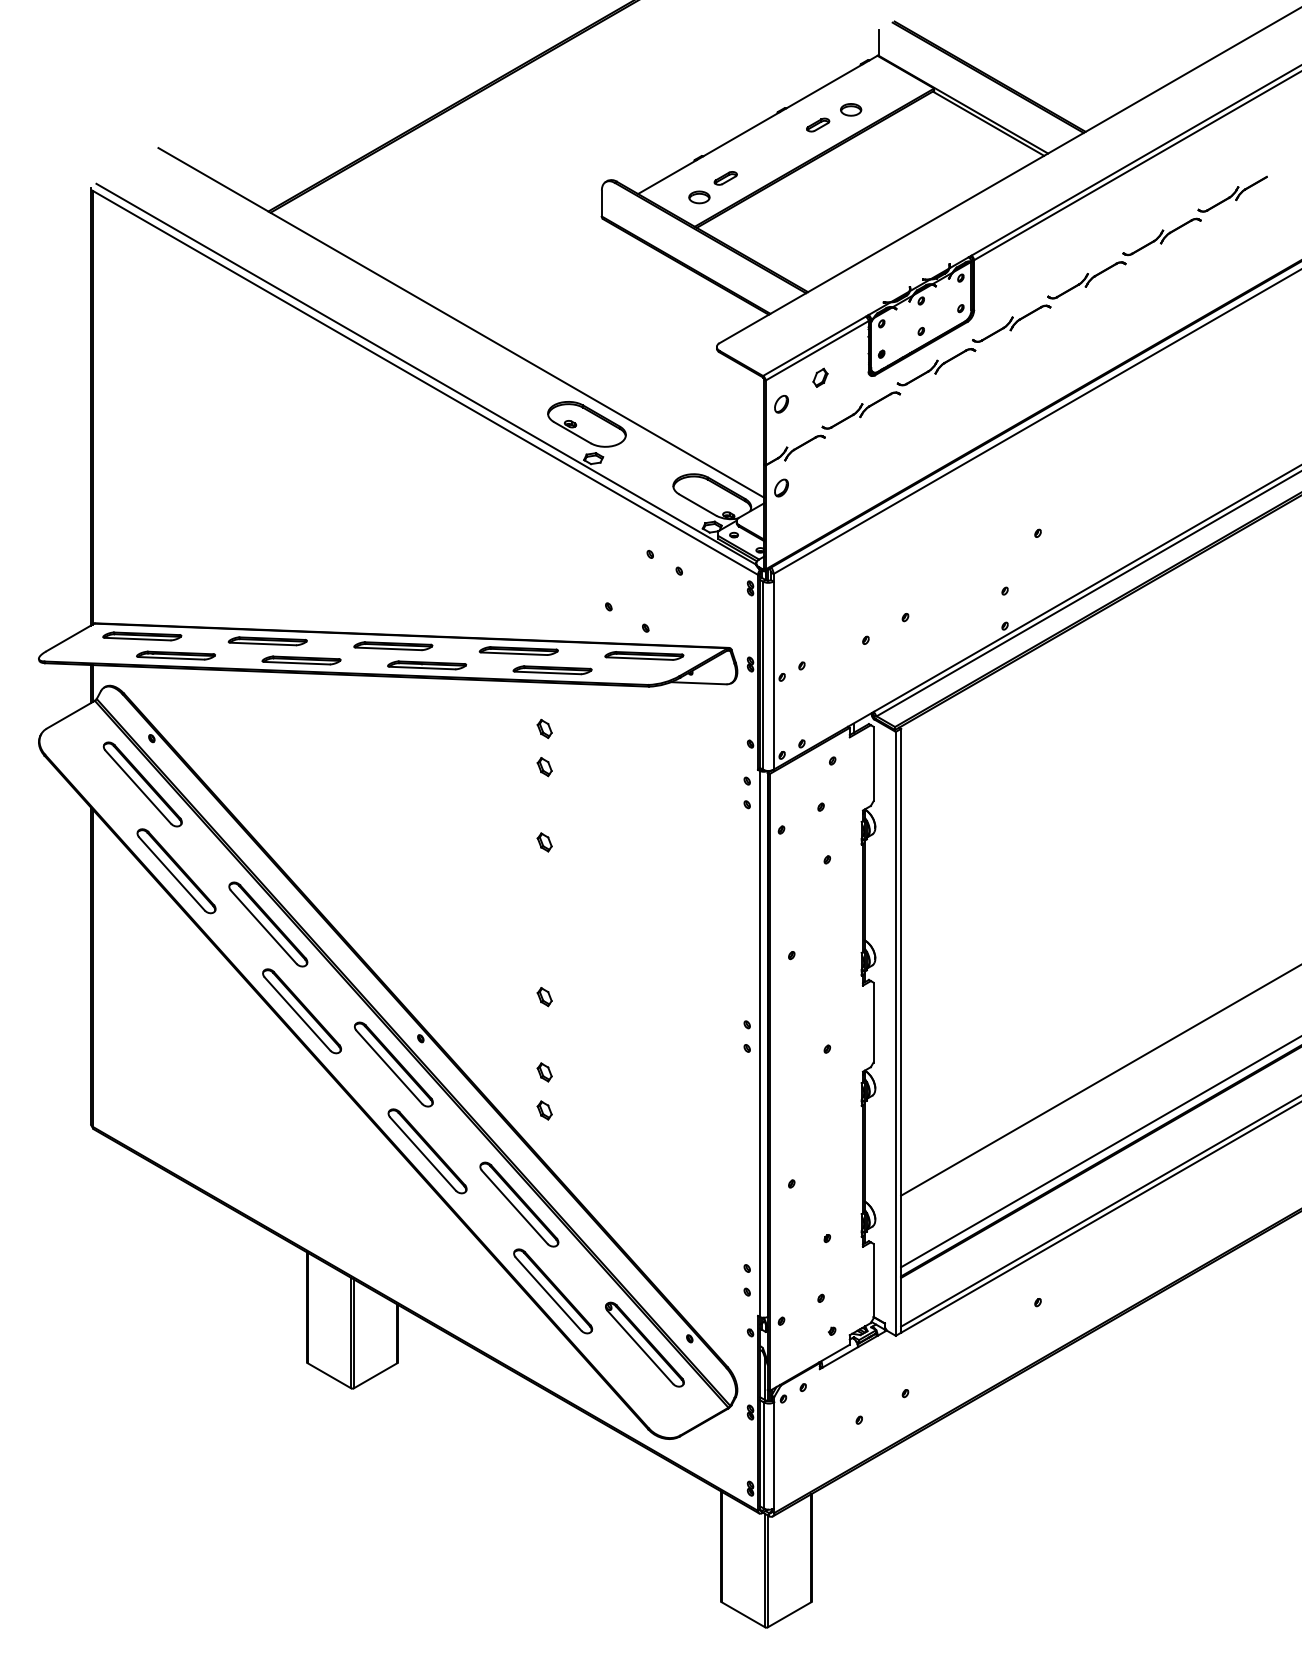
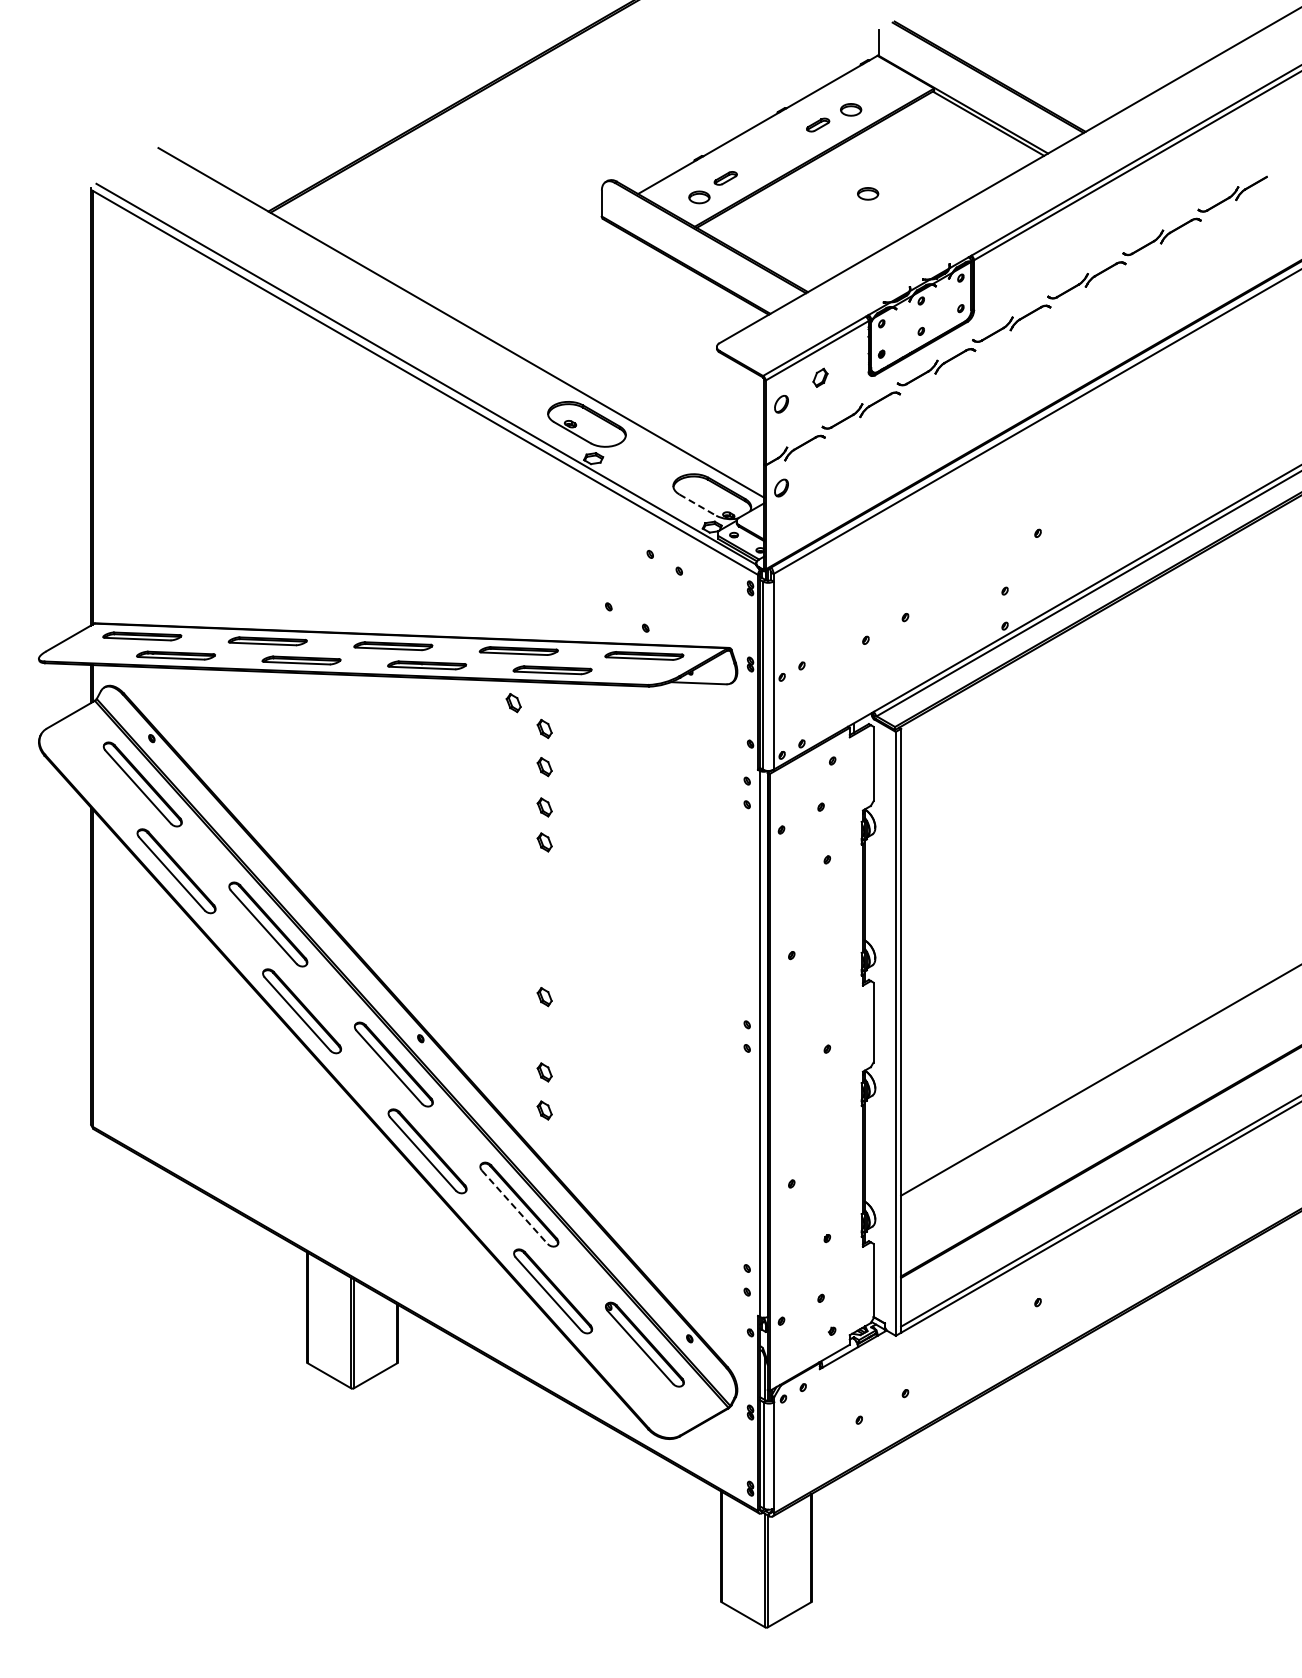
part at (868, 193): none -> present
line at (698, 505): solid -> dashed
part at (513, 703): none -> present
part at (544, 807): none -> present
line at (1099, 1152): present -> none
line at (515, 1207): solid -> dashed
